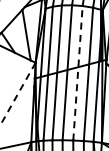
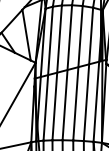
line at (78, 72): dashed -> solid
line at (18, 93): dashed -> solid
